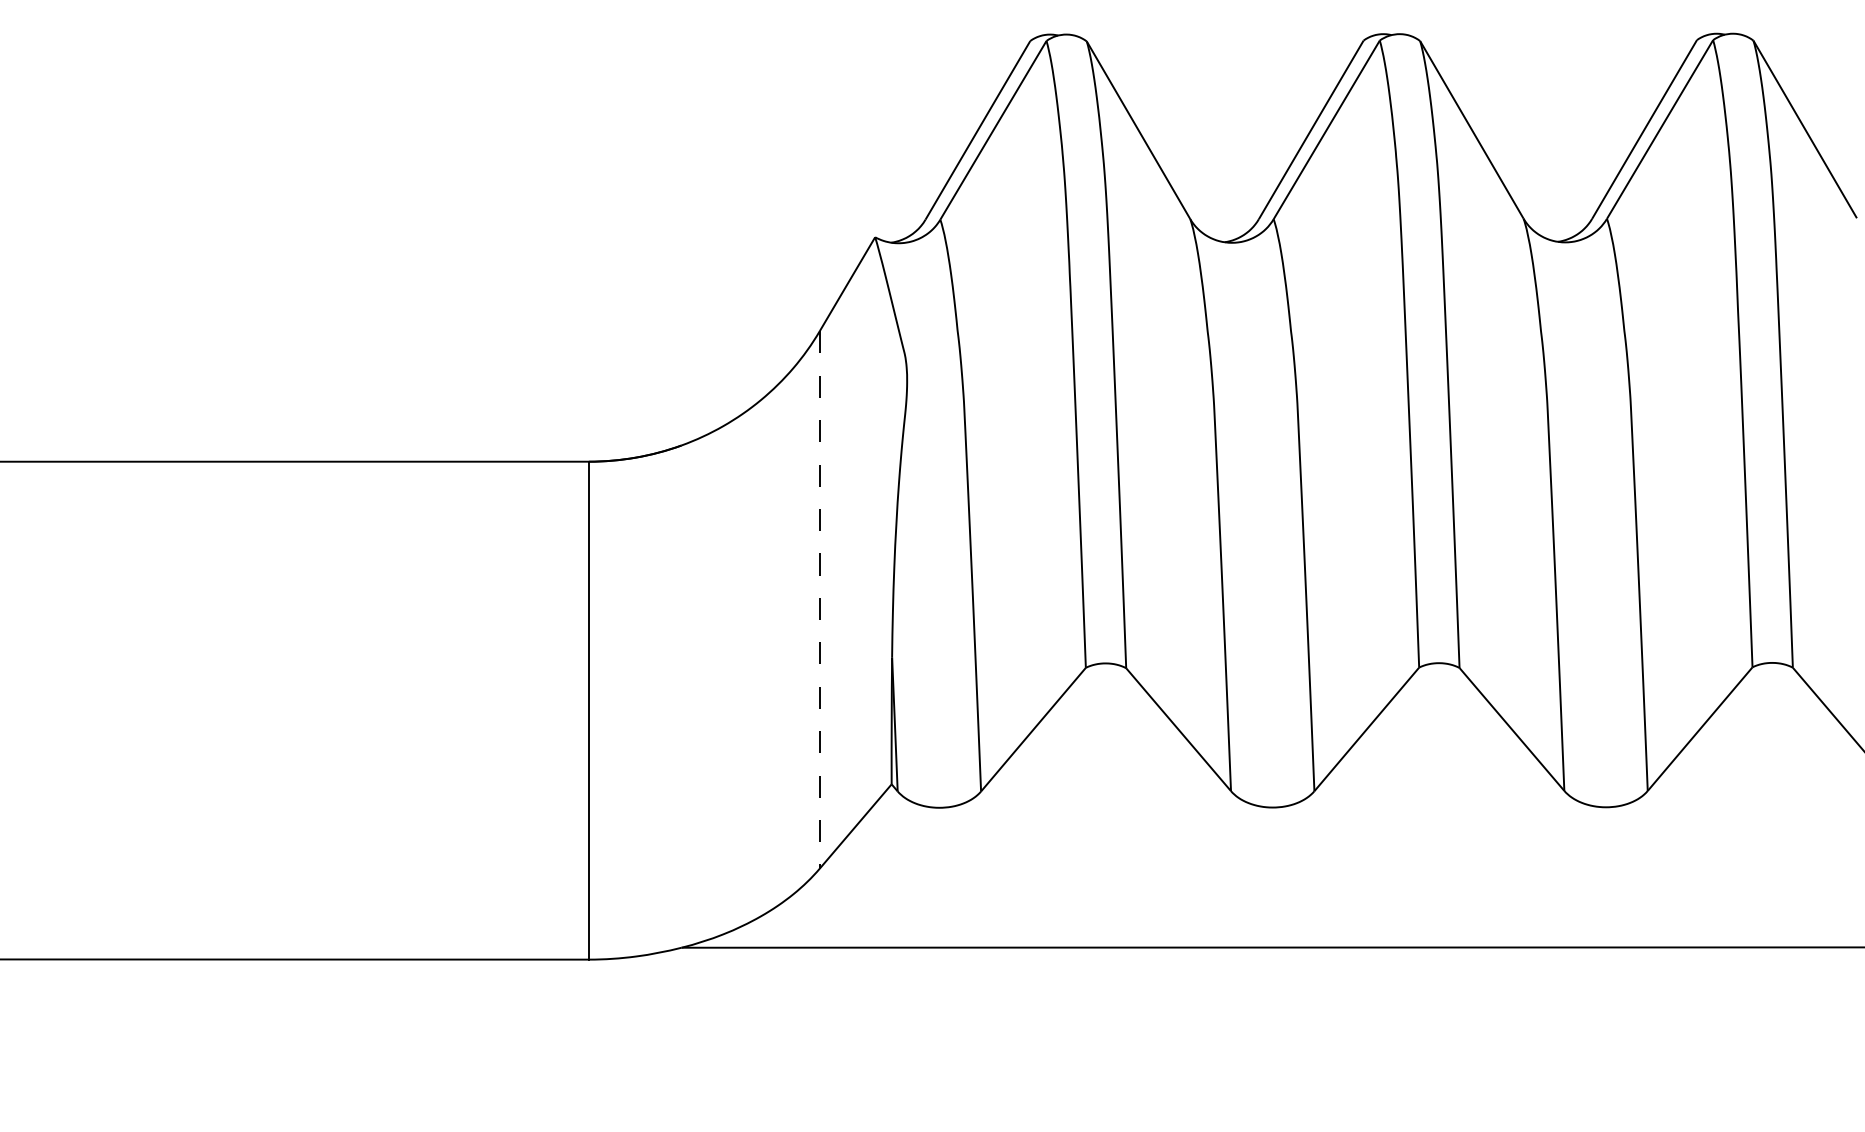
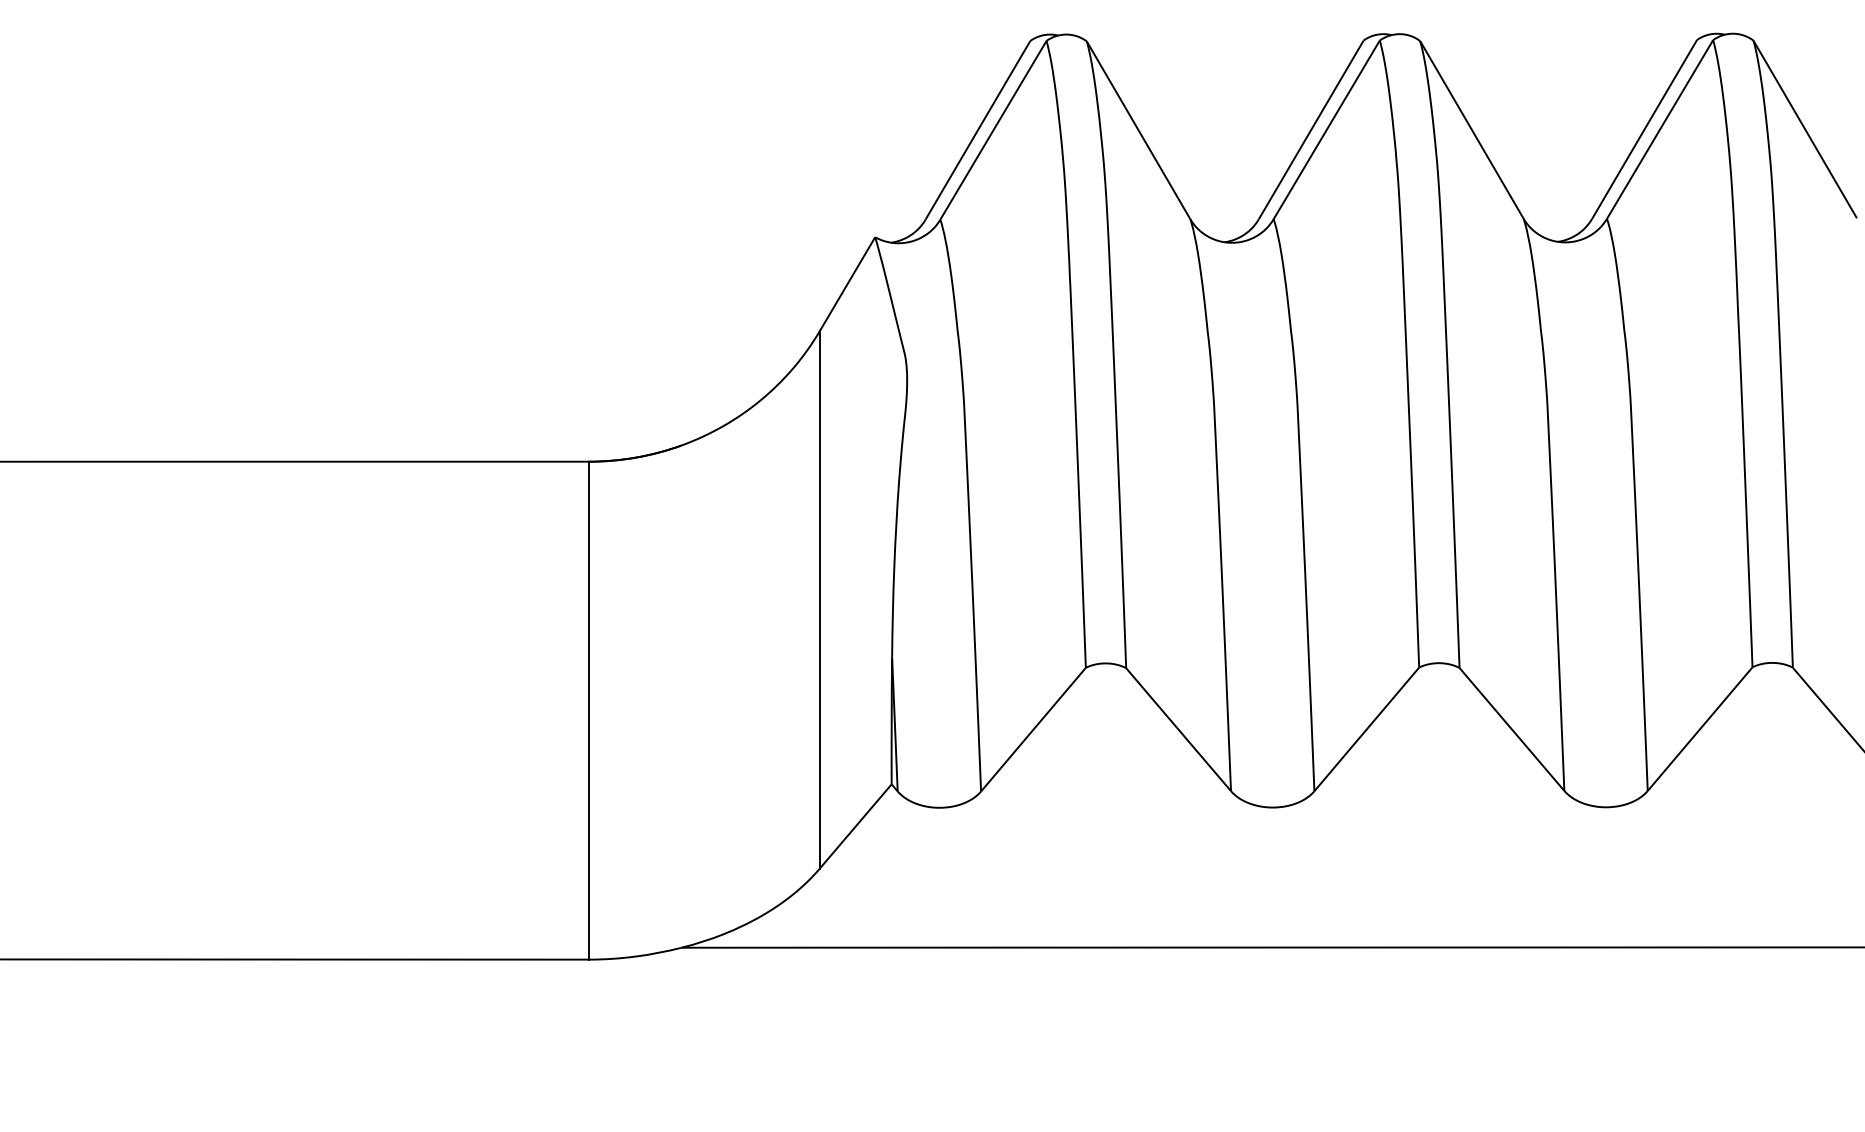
line at (819, 599): dashed -> solid
